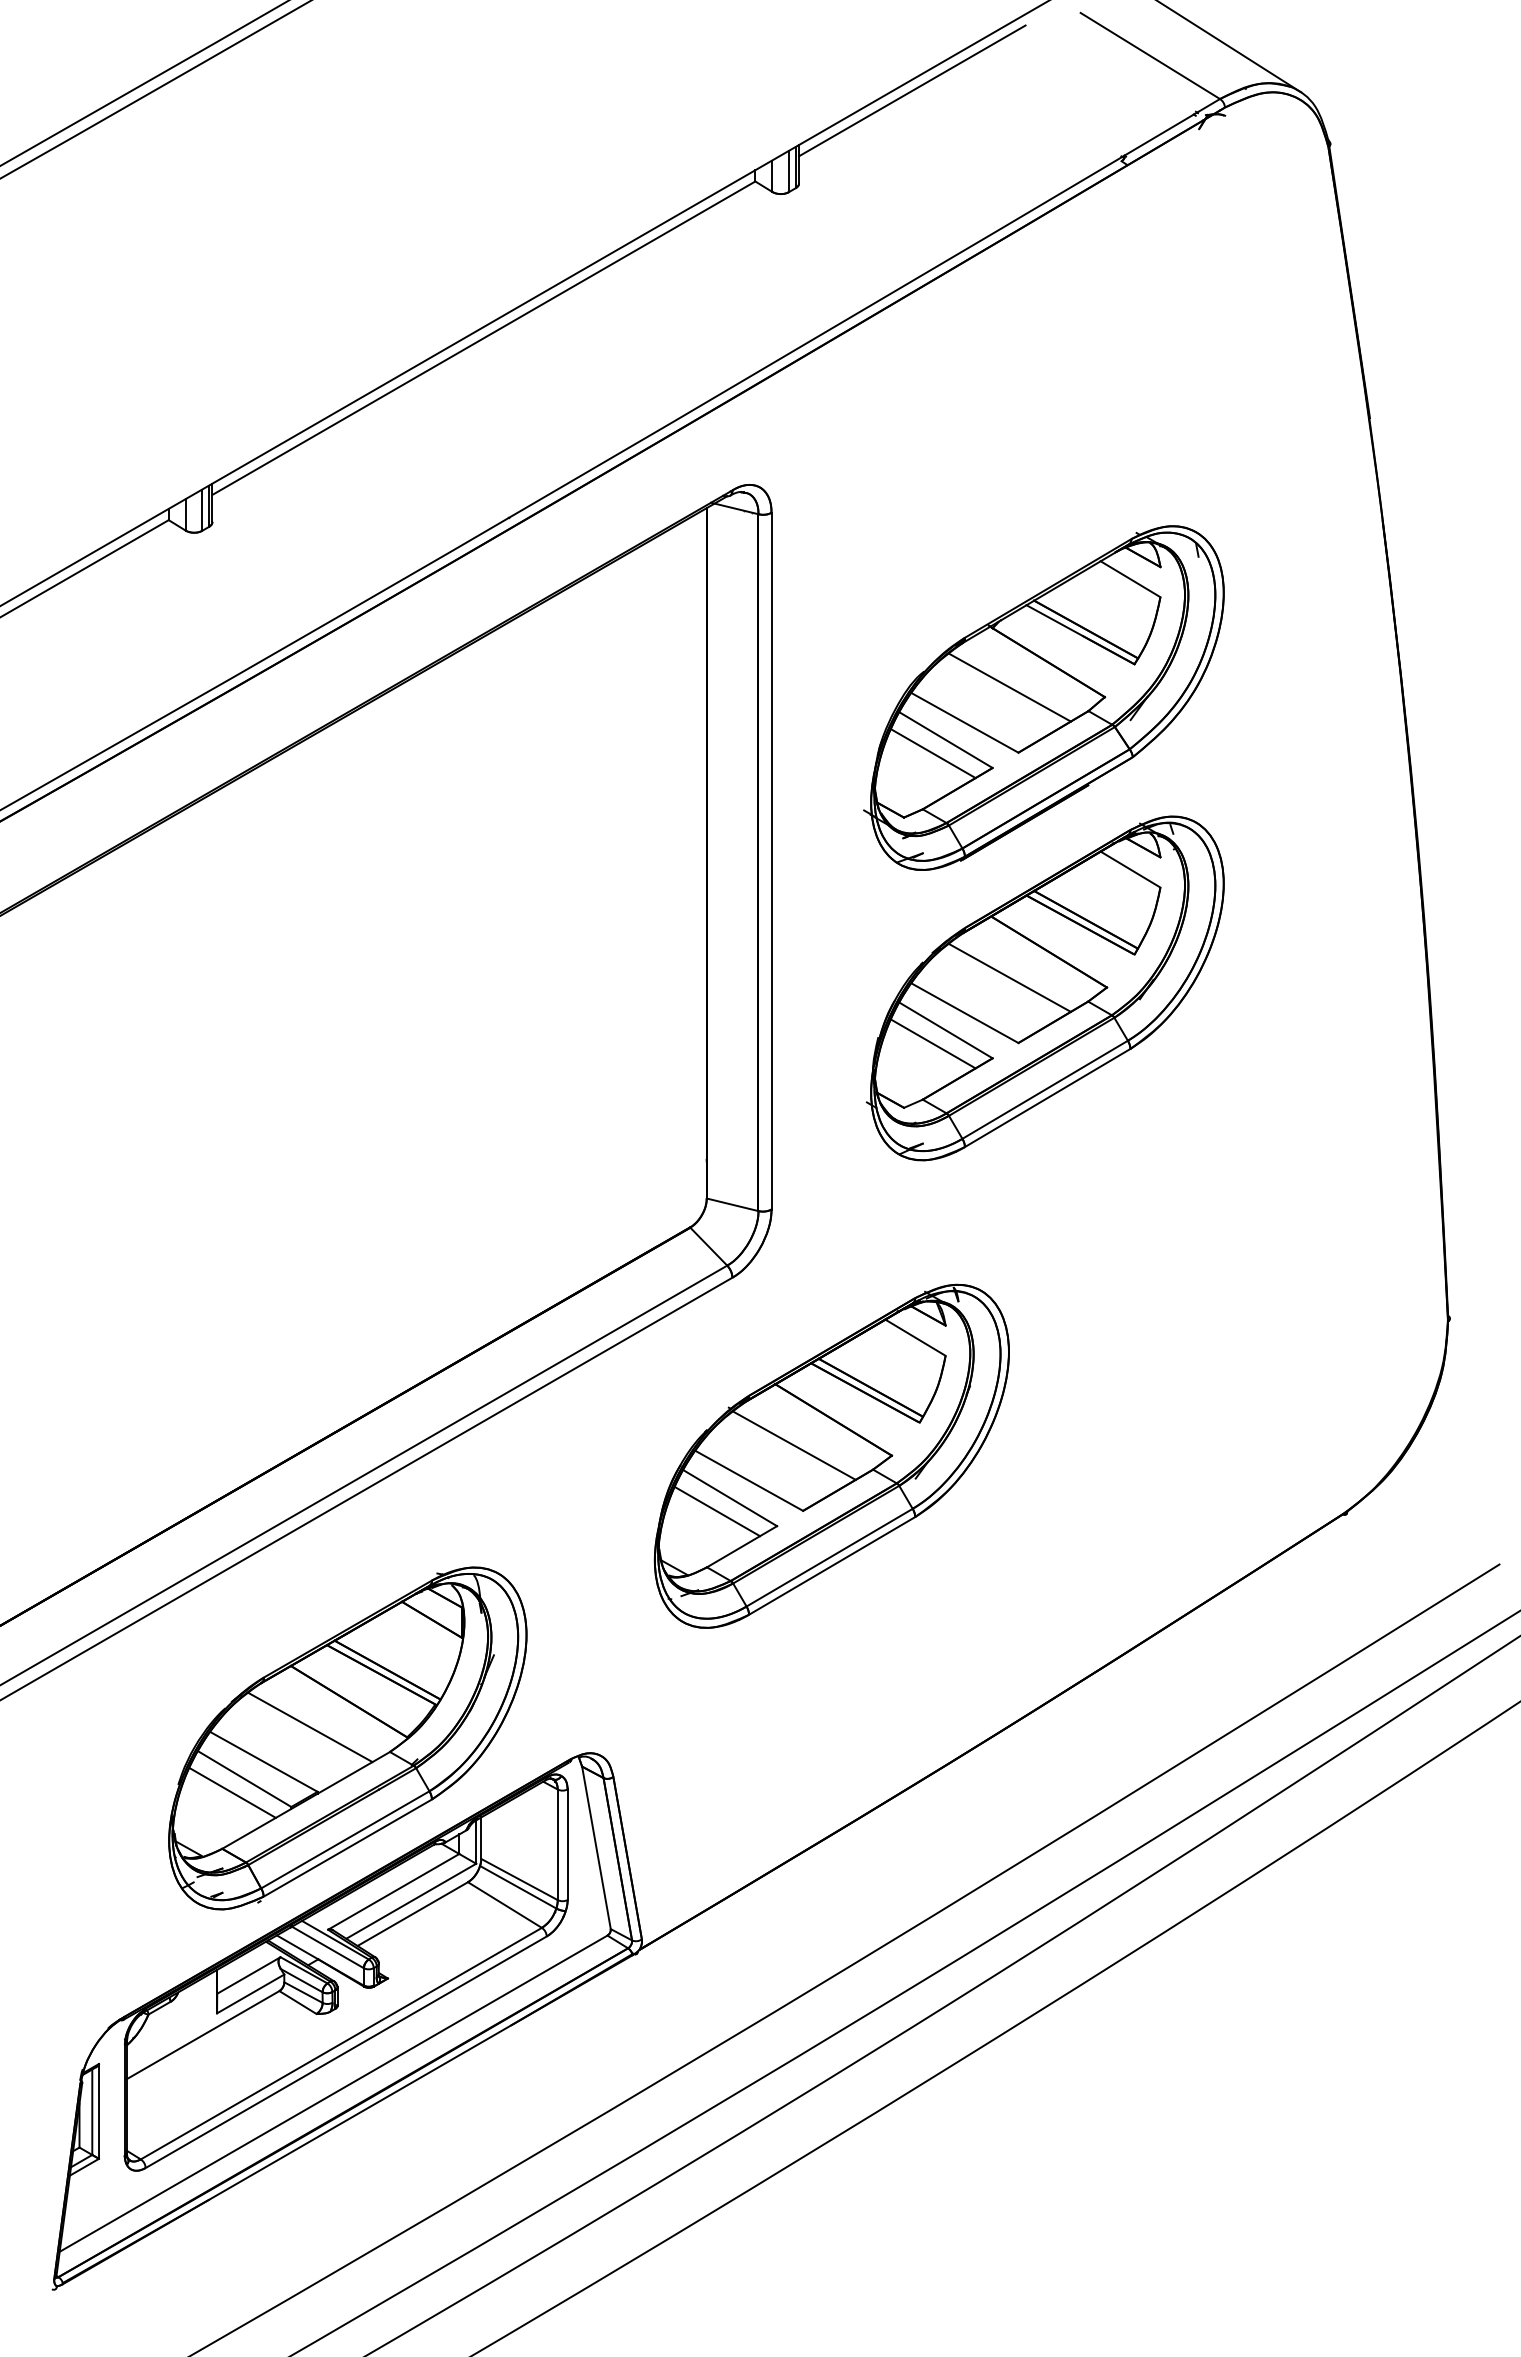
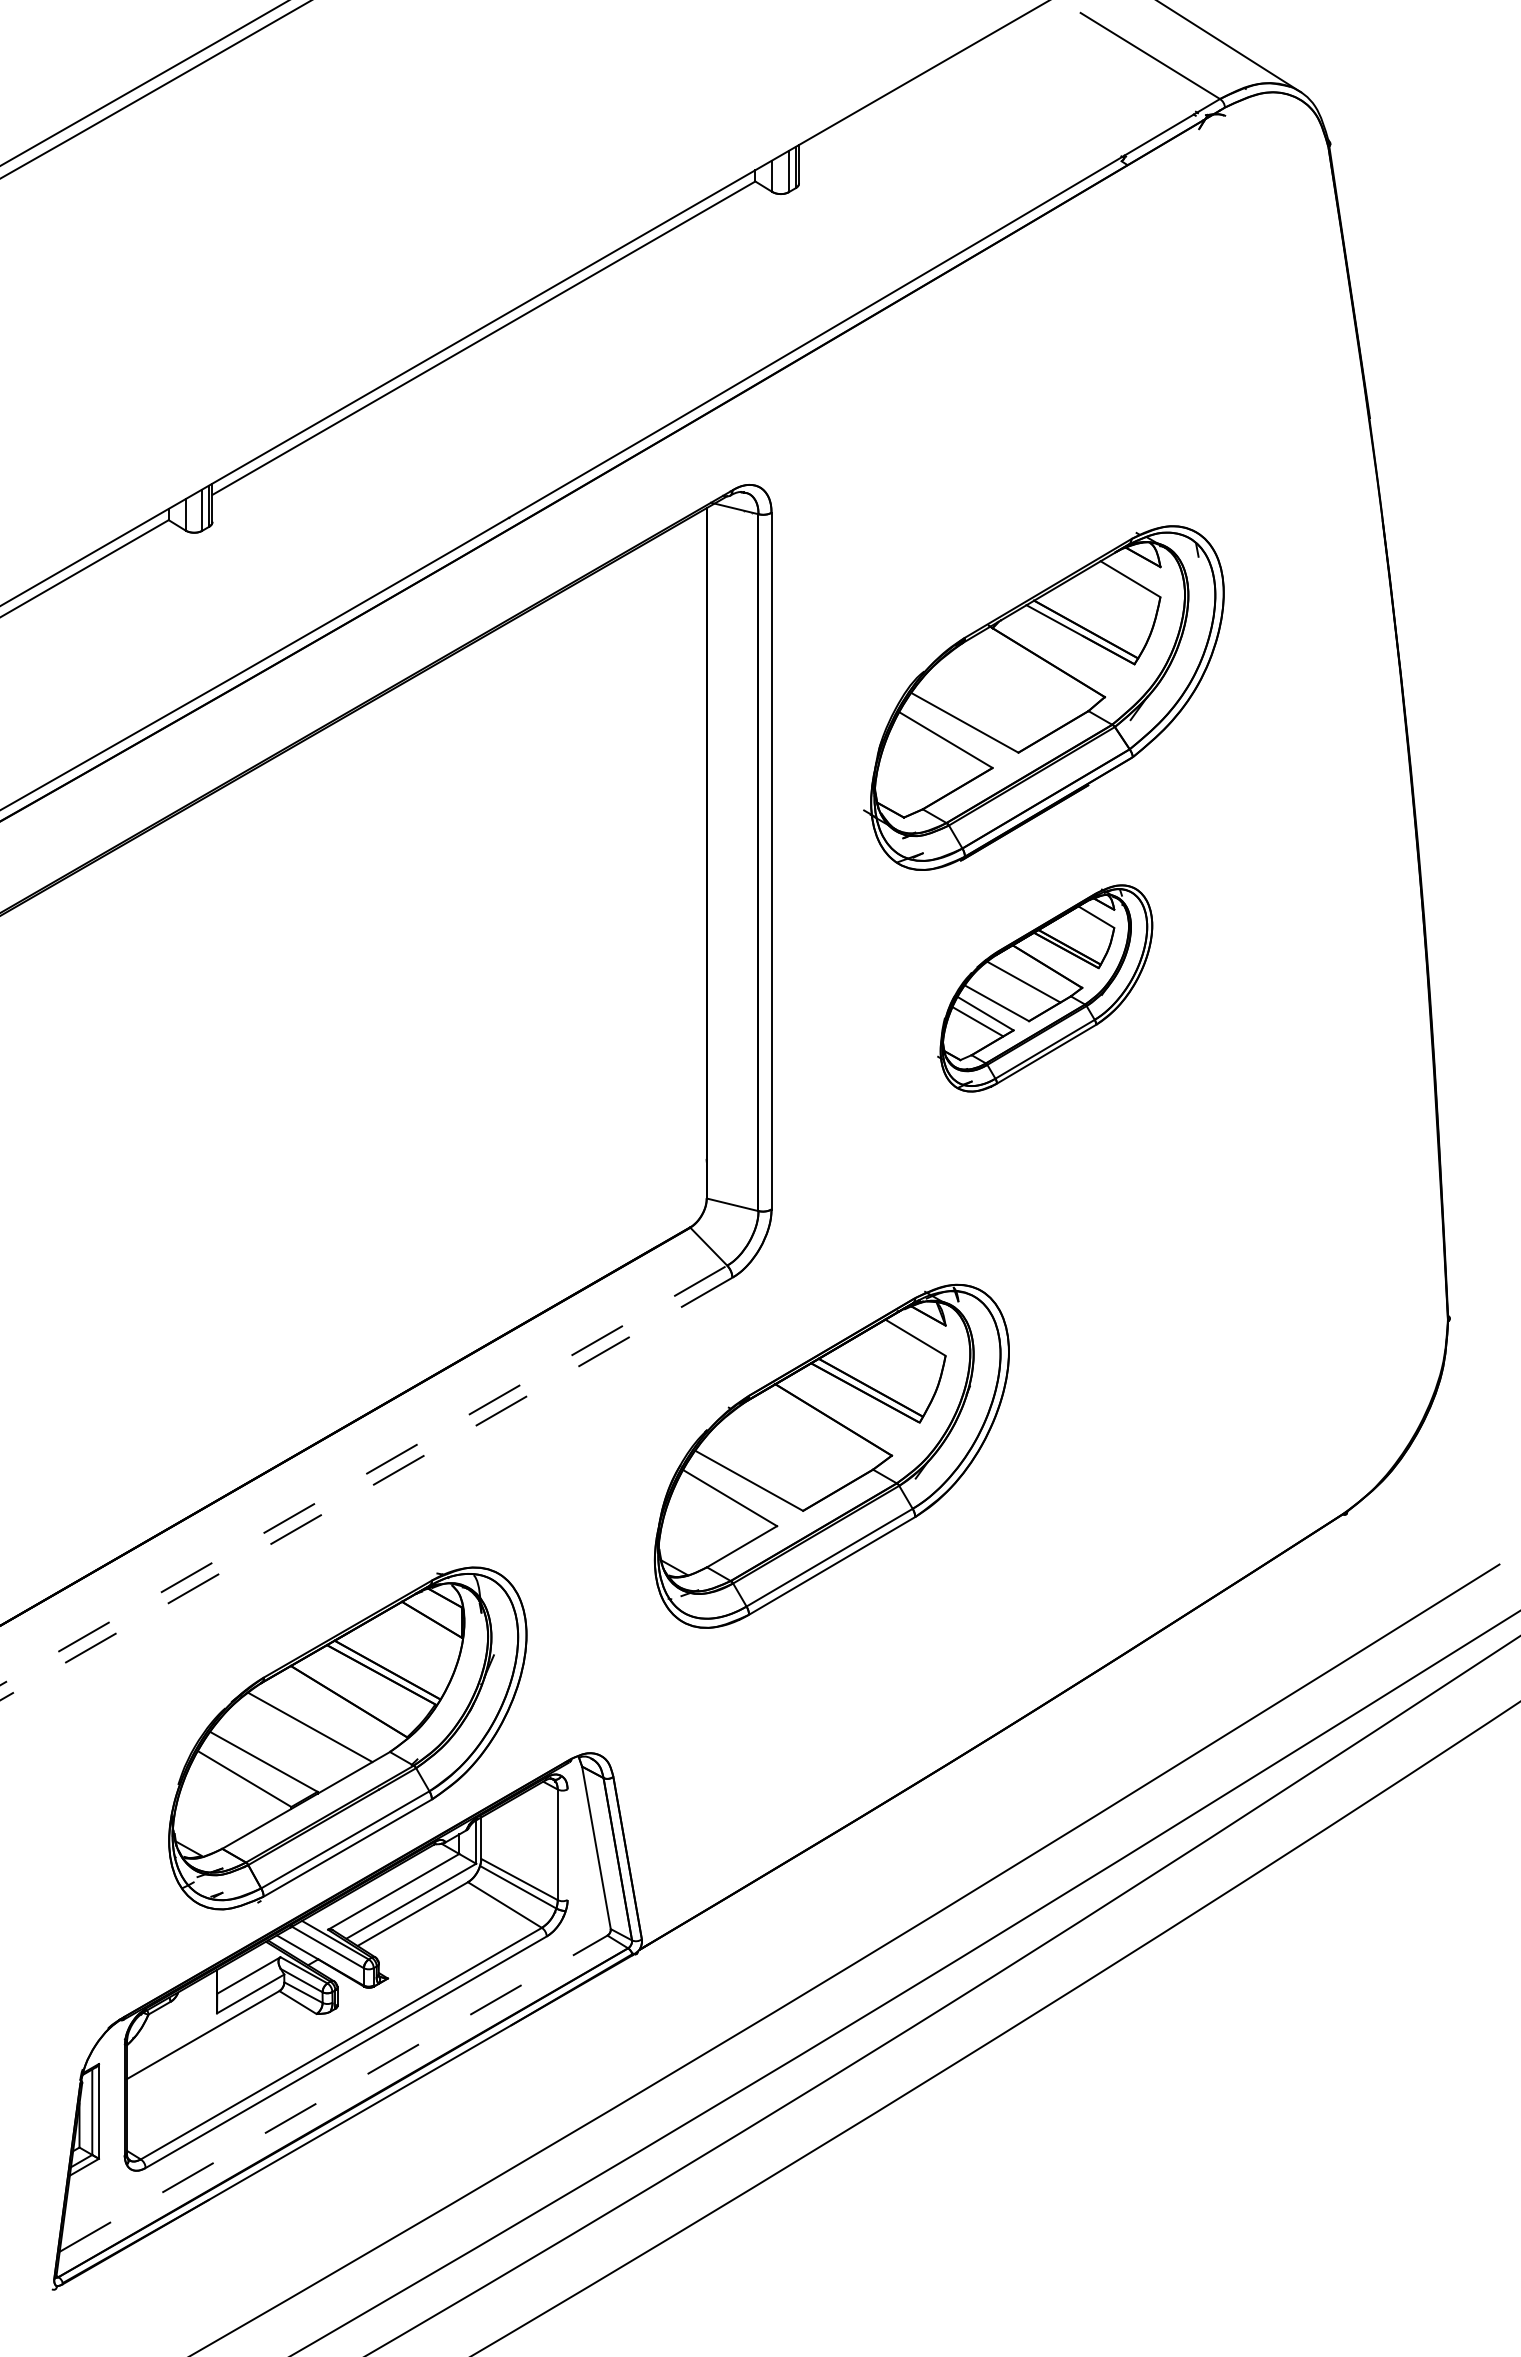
line at (912, 90): present -> none
line at (1009, 687): present -> none
line at (933, 753): present -> none
part at (1044, 988) size: 360x347 px -> 217x209 px
line at (794, 1445): present -> none
line at (364, 1475): solid -> dashed
line at (366, 1489): solid -> dashed
line at (717, 1511): present -> none
line at (232, 1792): present -> none
line at (567, 1844): present -> none
line at (334, 2093): solid -> dashed
